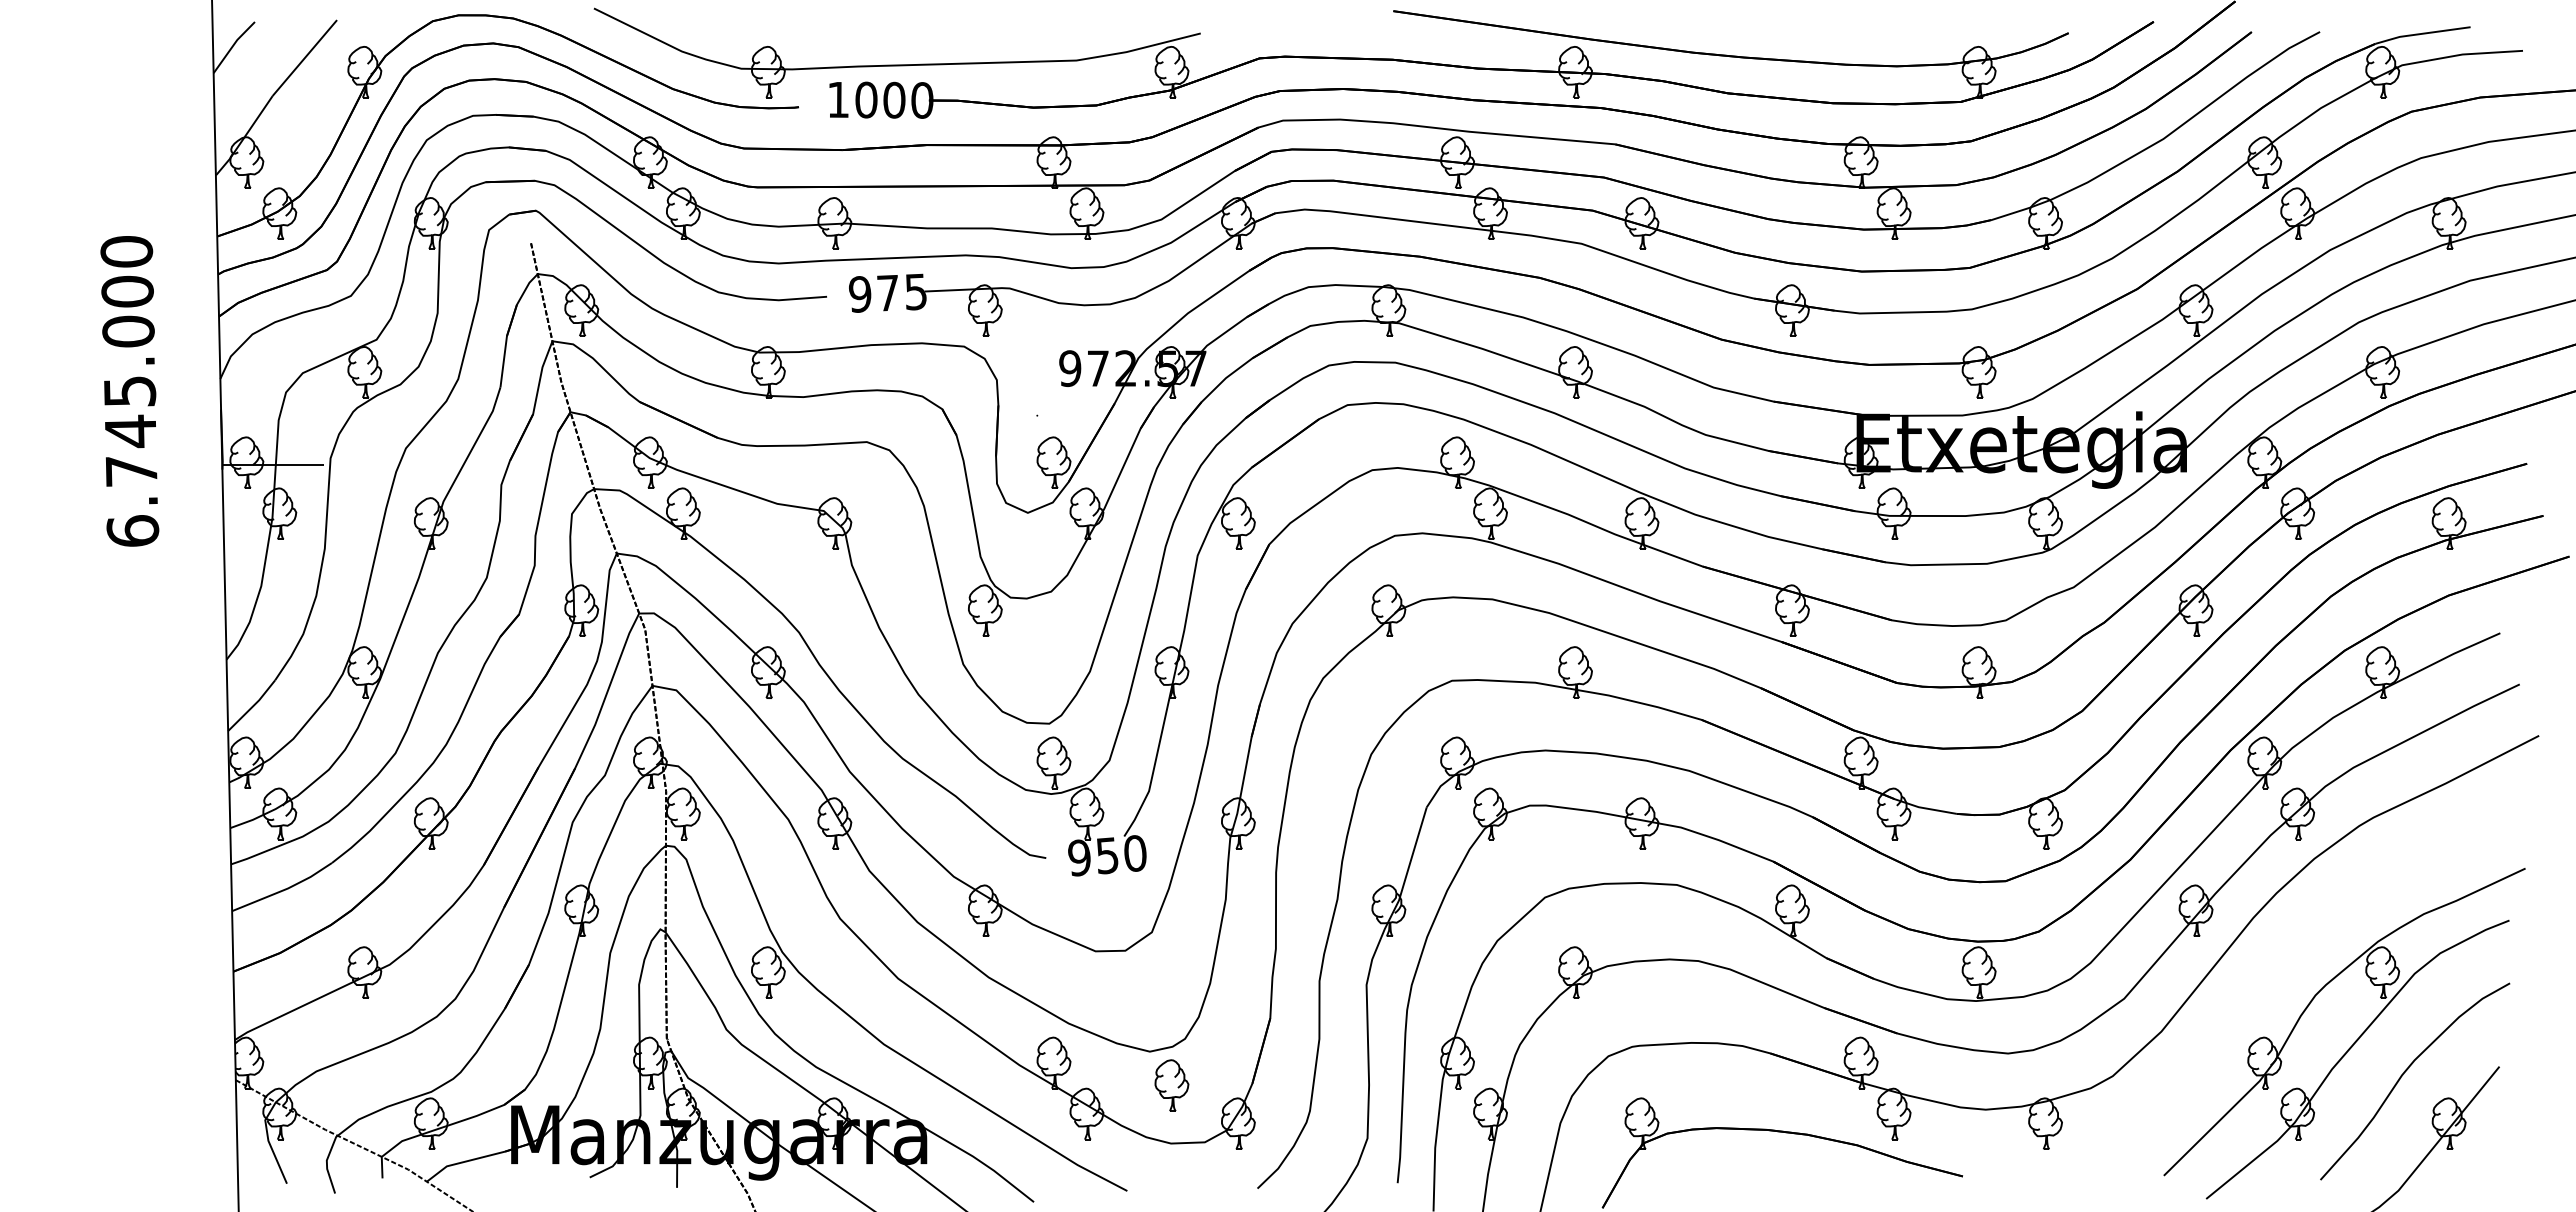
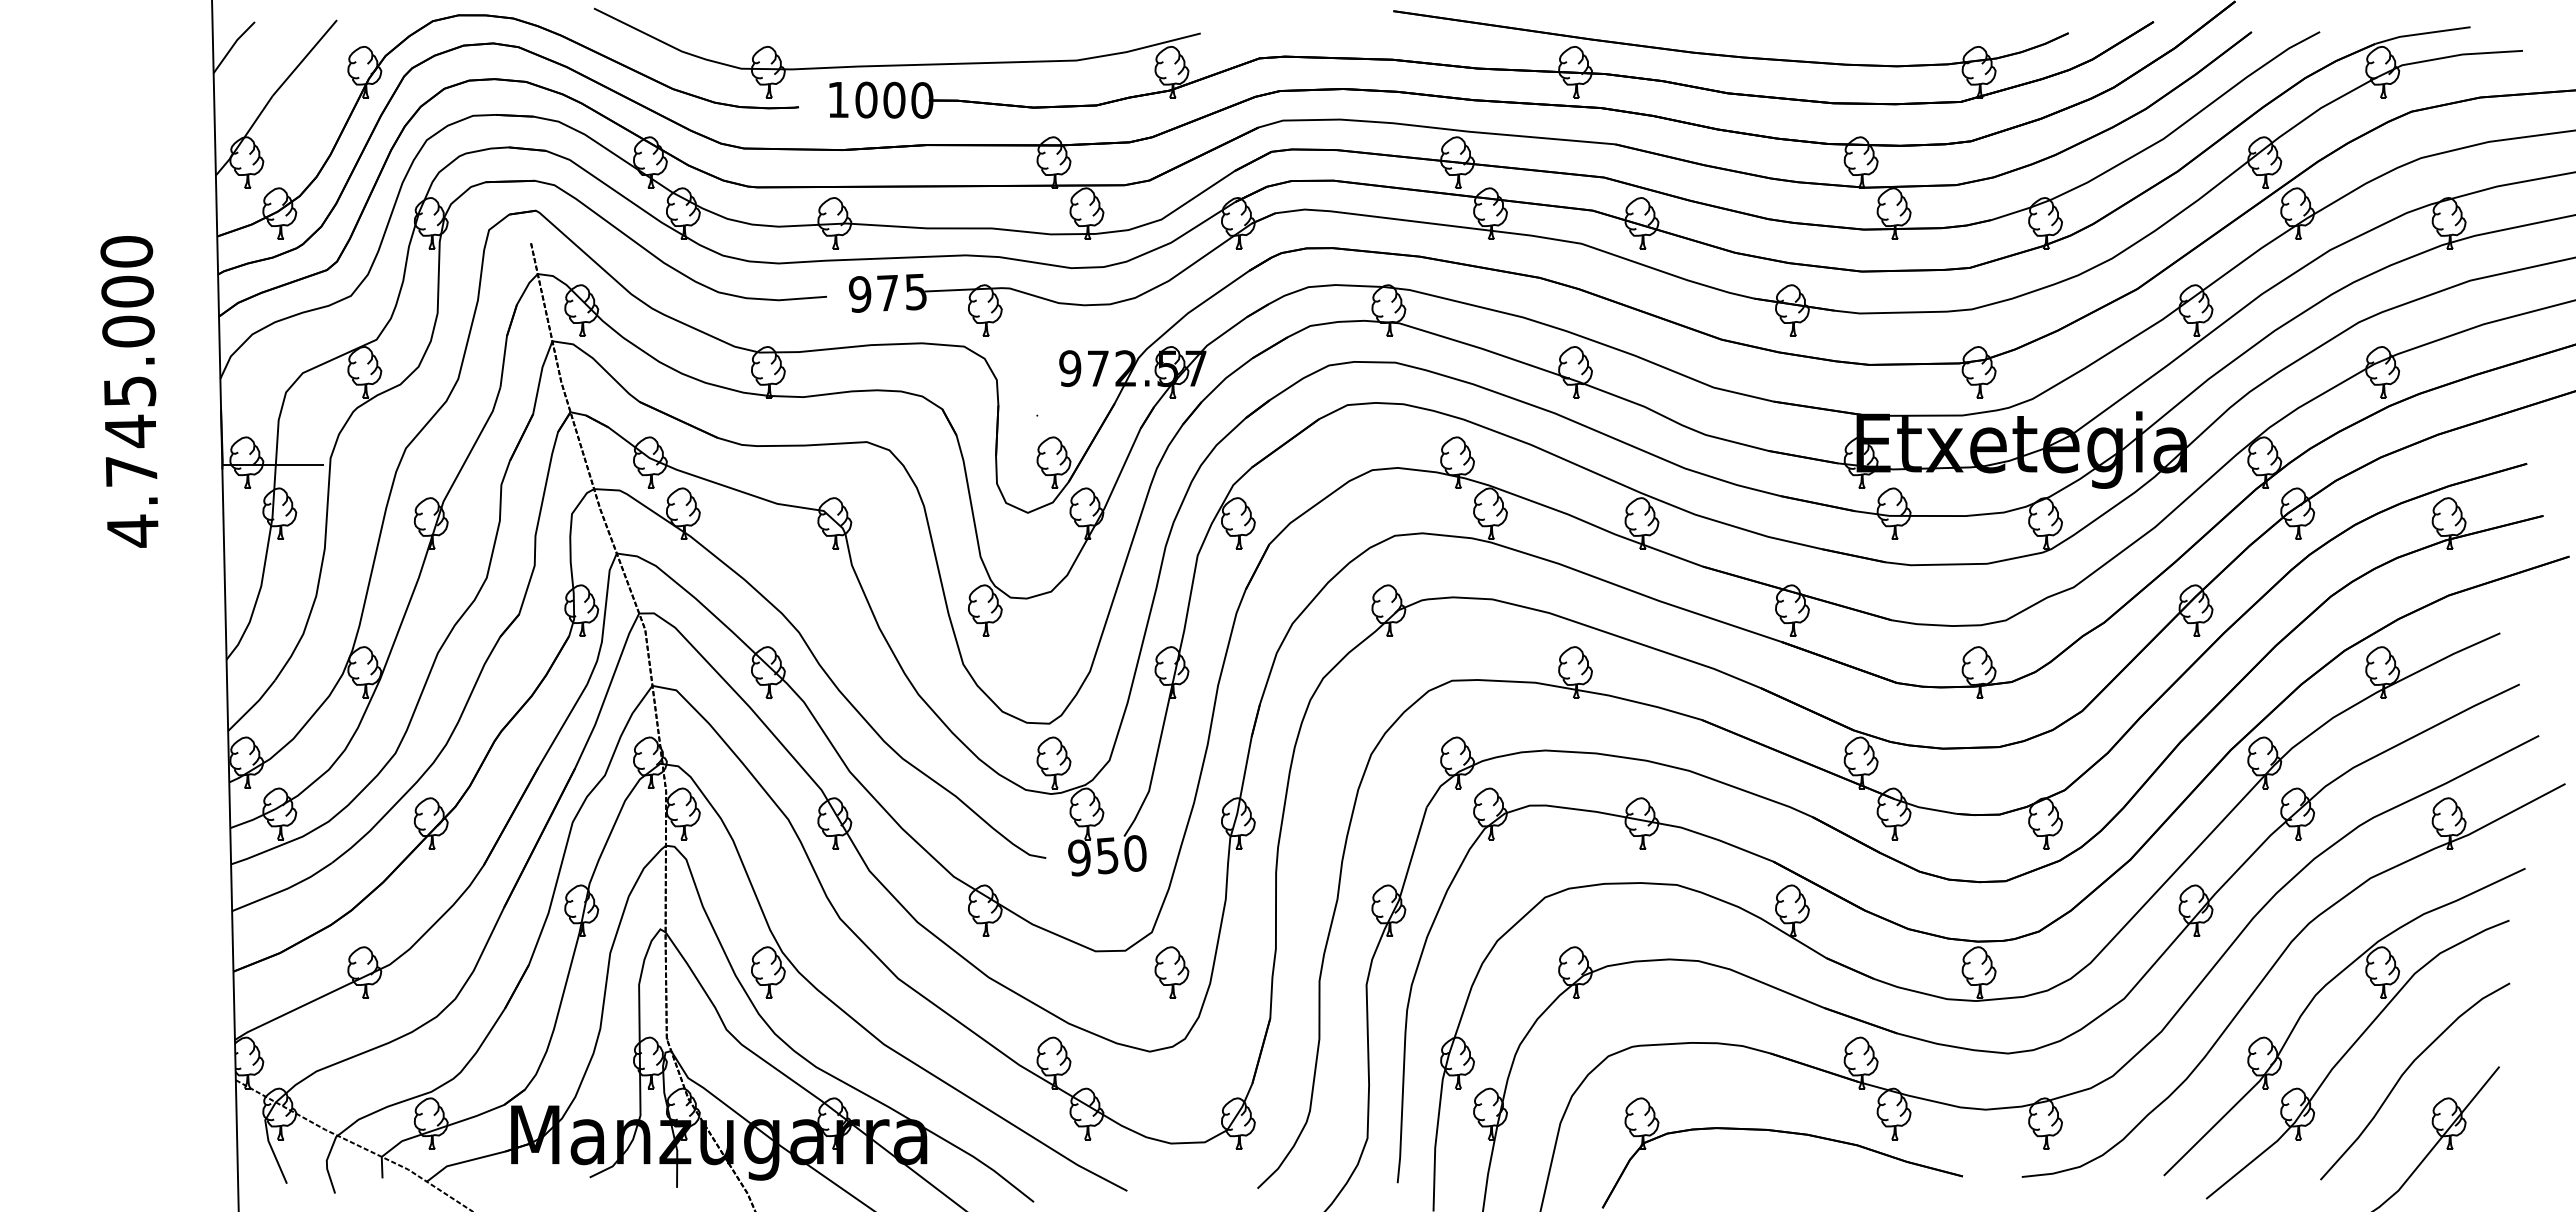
text at (132, 530): 6.745.000 -> 4.745.000
part at (2274, 966): none -> present
part at (1171, 1085) position: (1171, 1085) -> (1171, 972)
